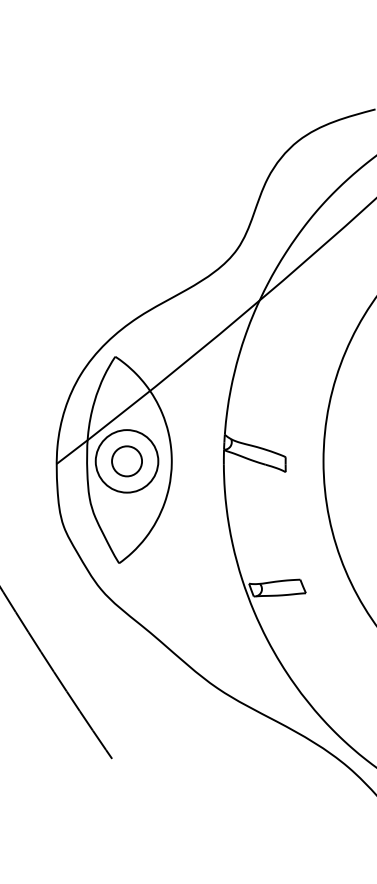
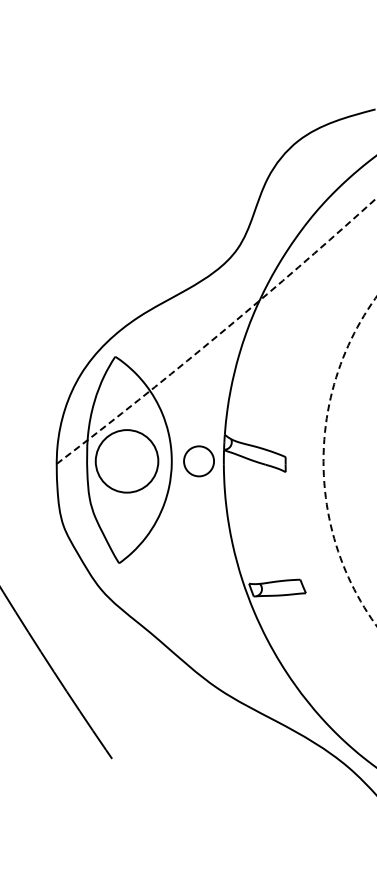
arc at (219, 334): solid -> dashed
circle at (349, 460): solid -> dashed
circle at (126, 461) position: (126, 461) -> (198, 461)
